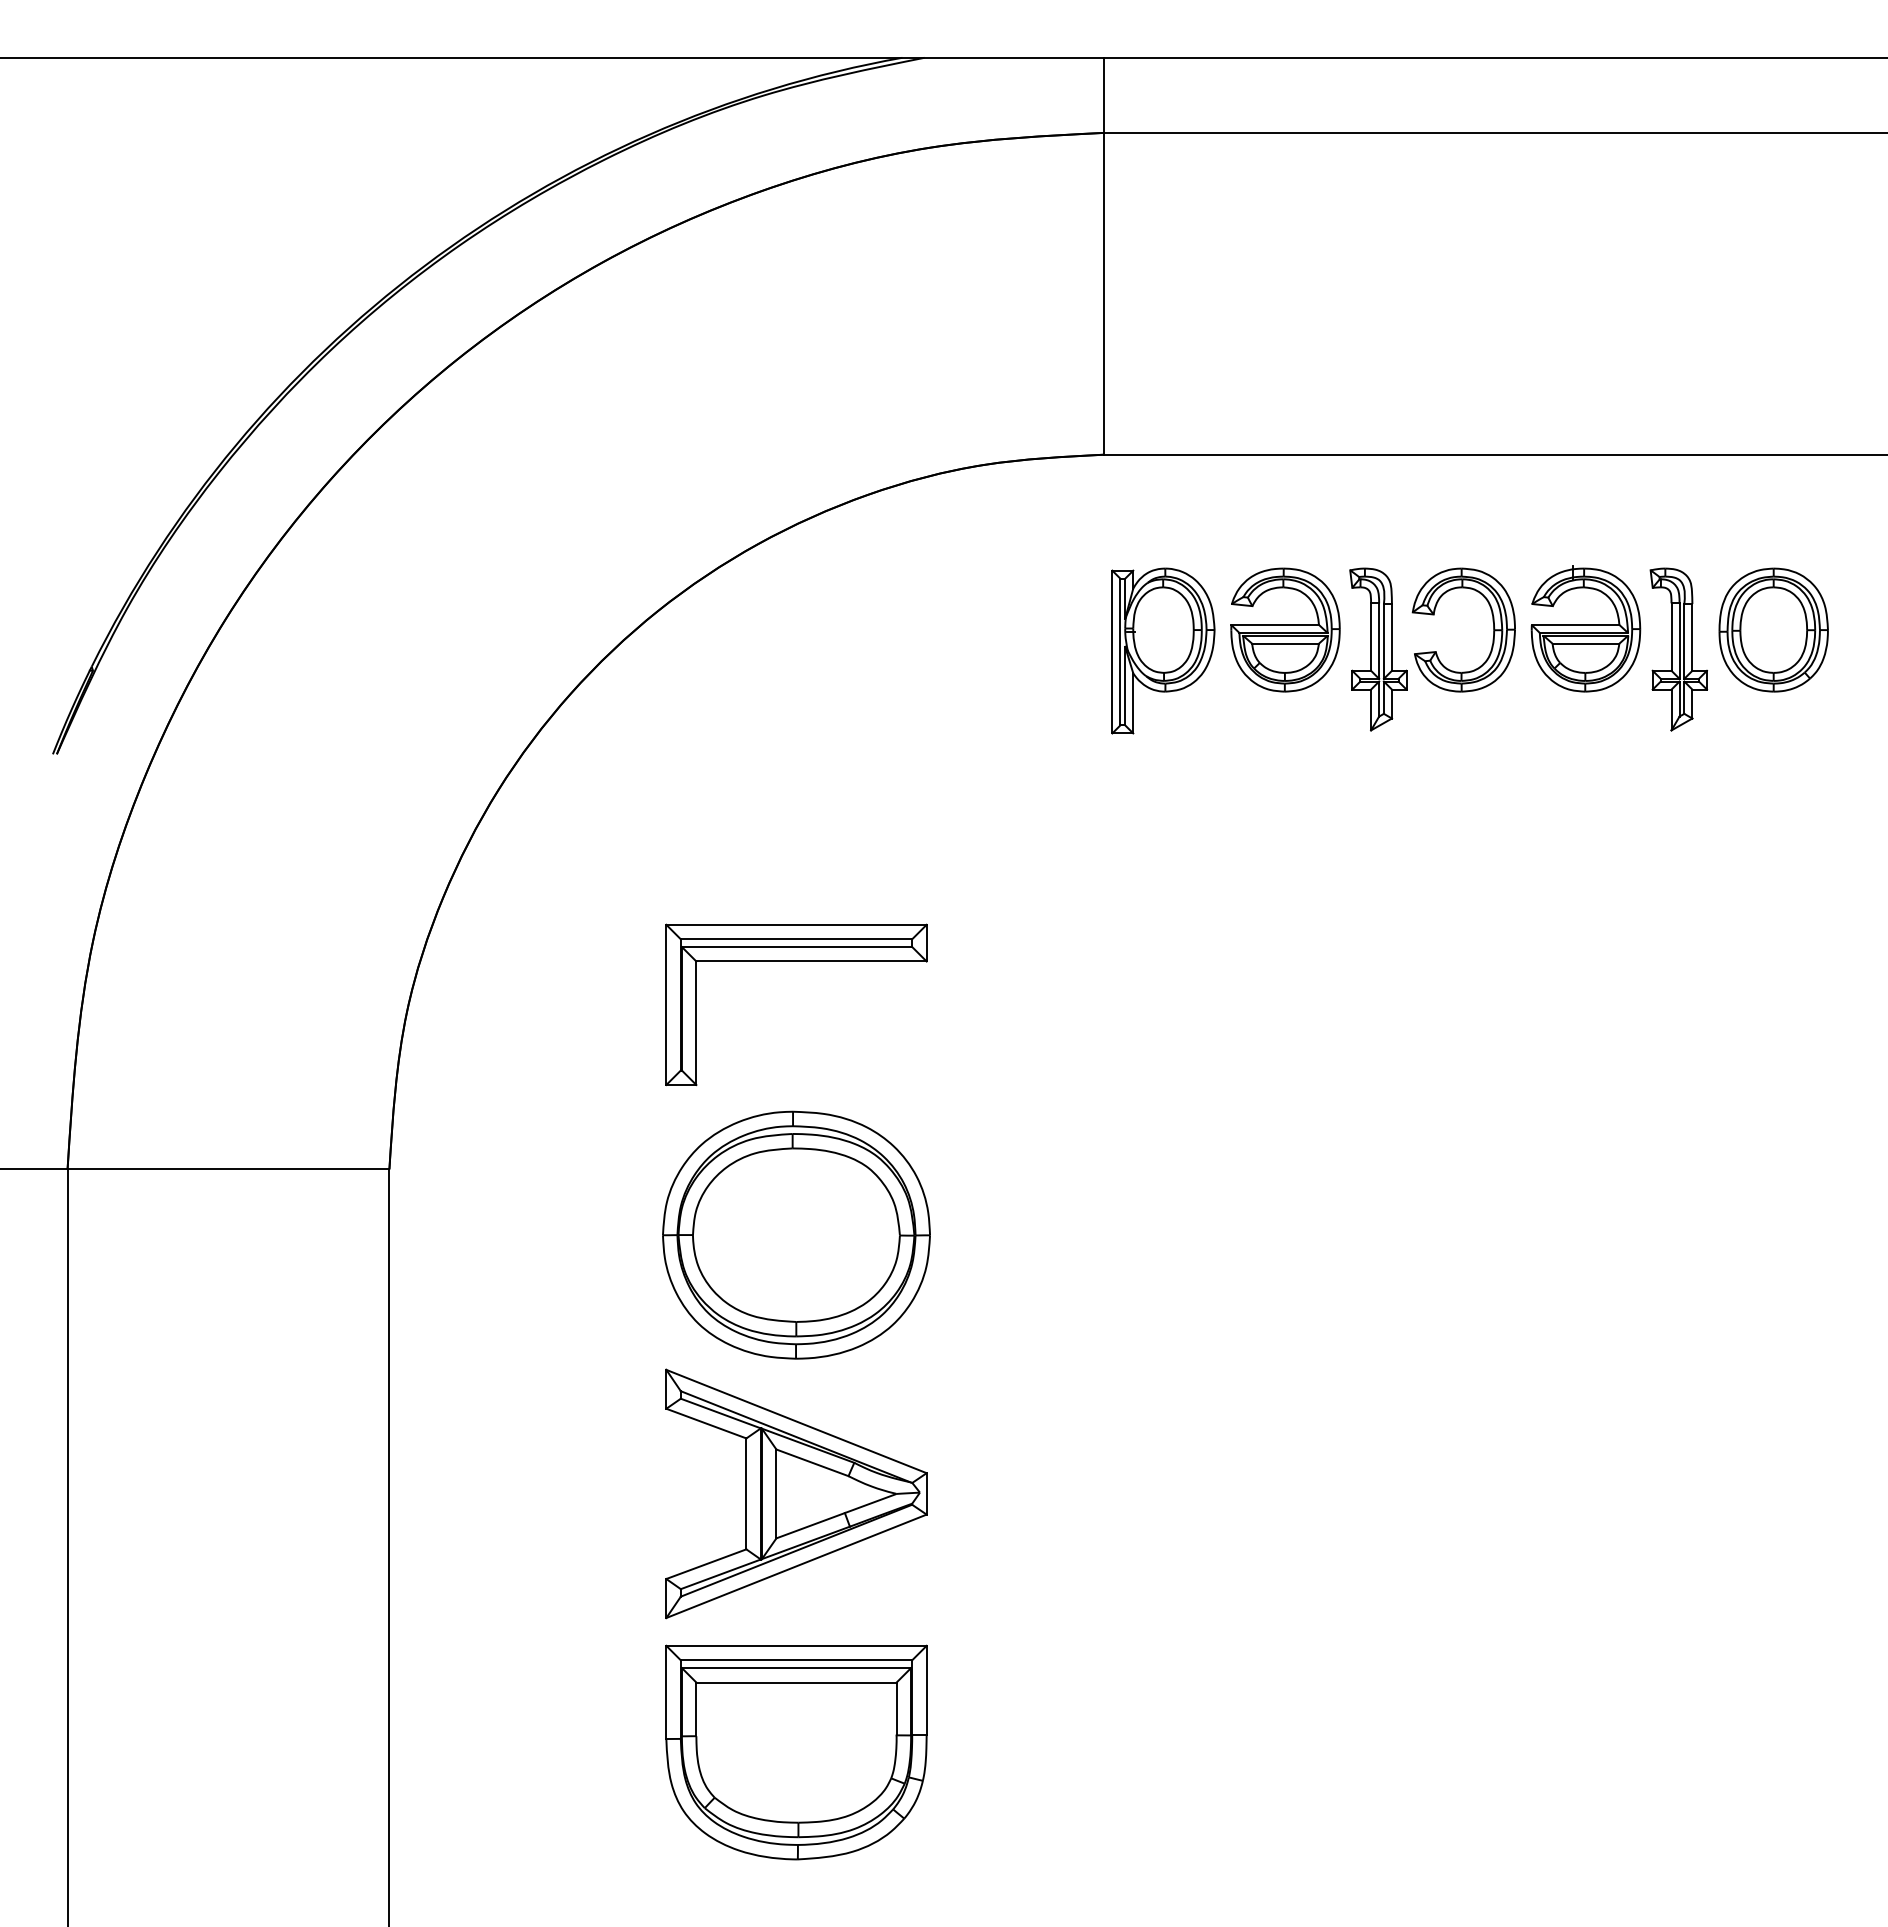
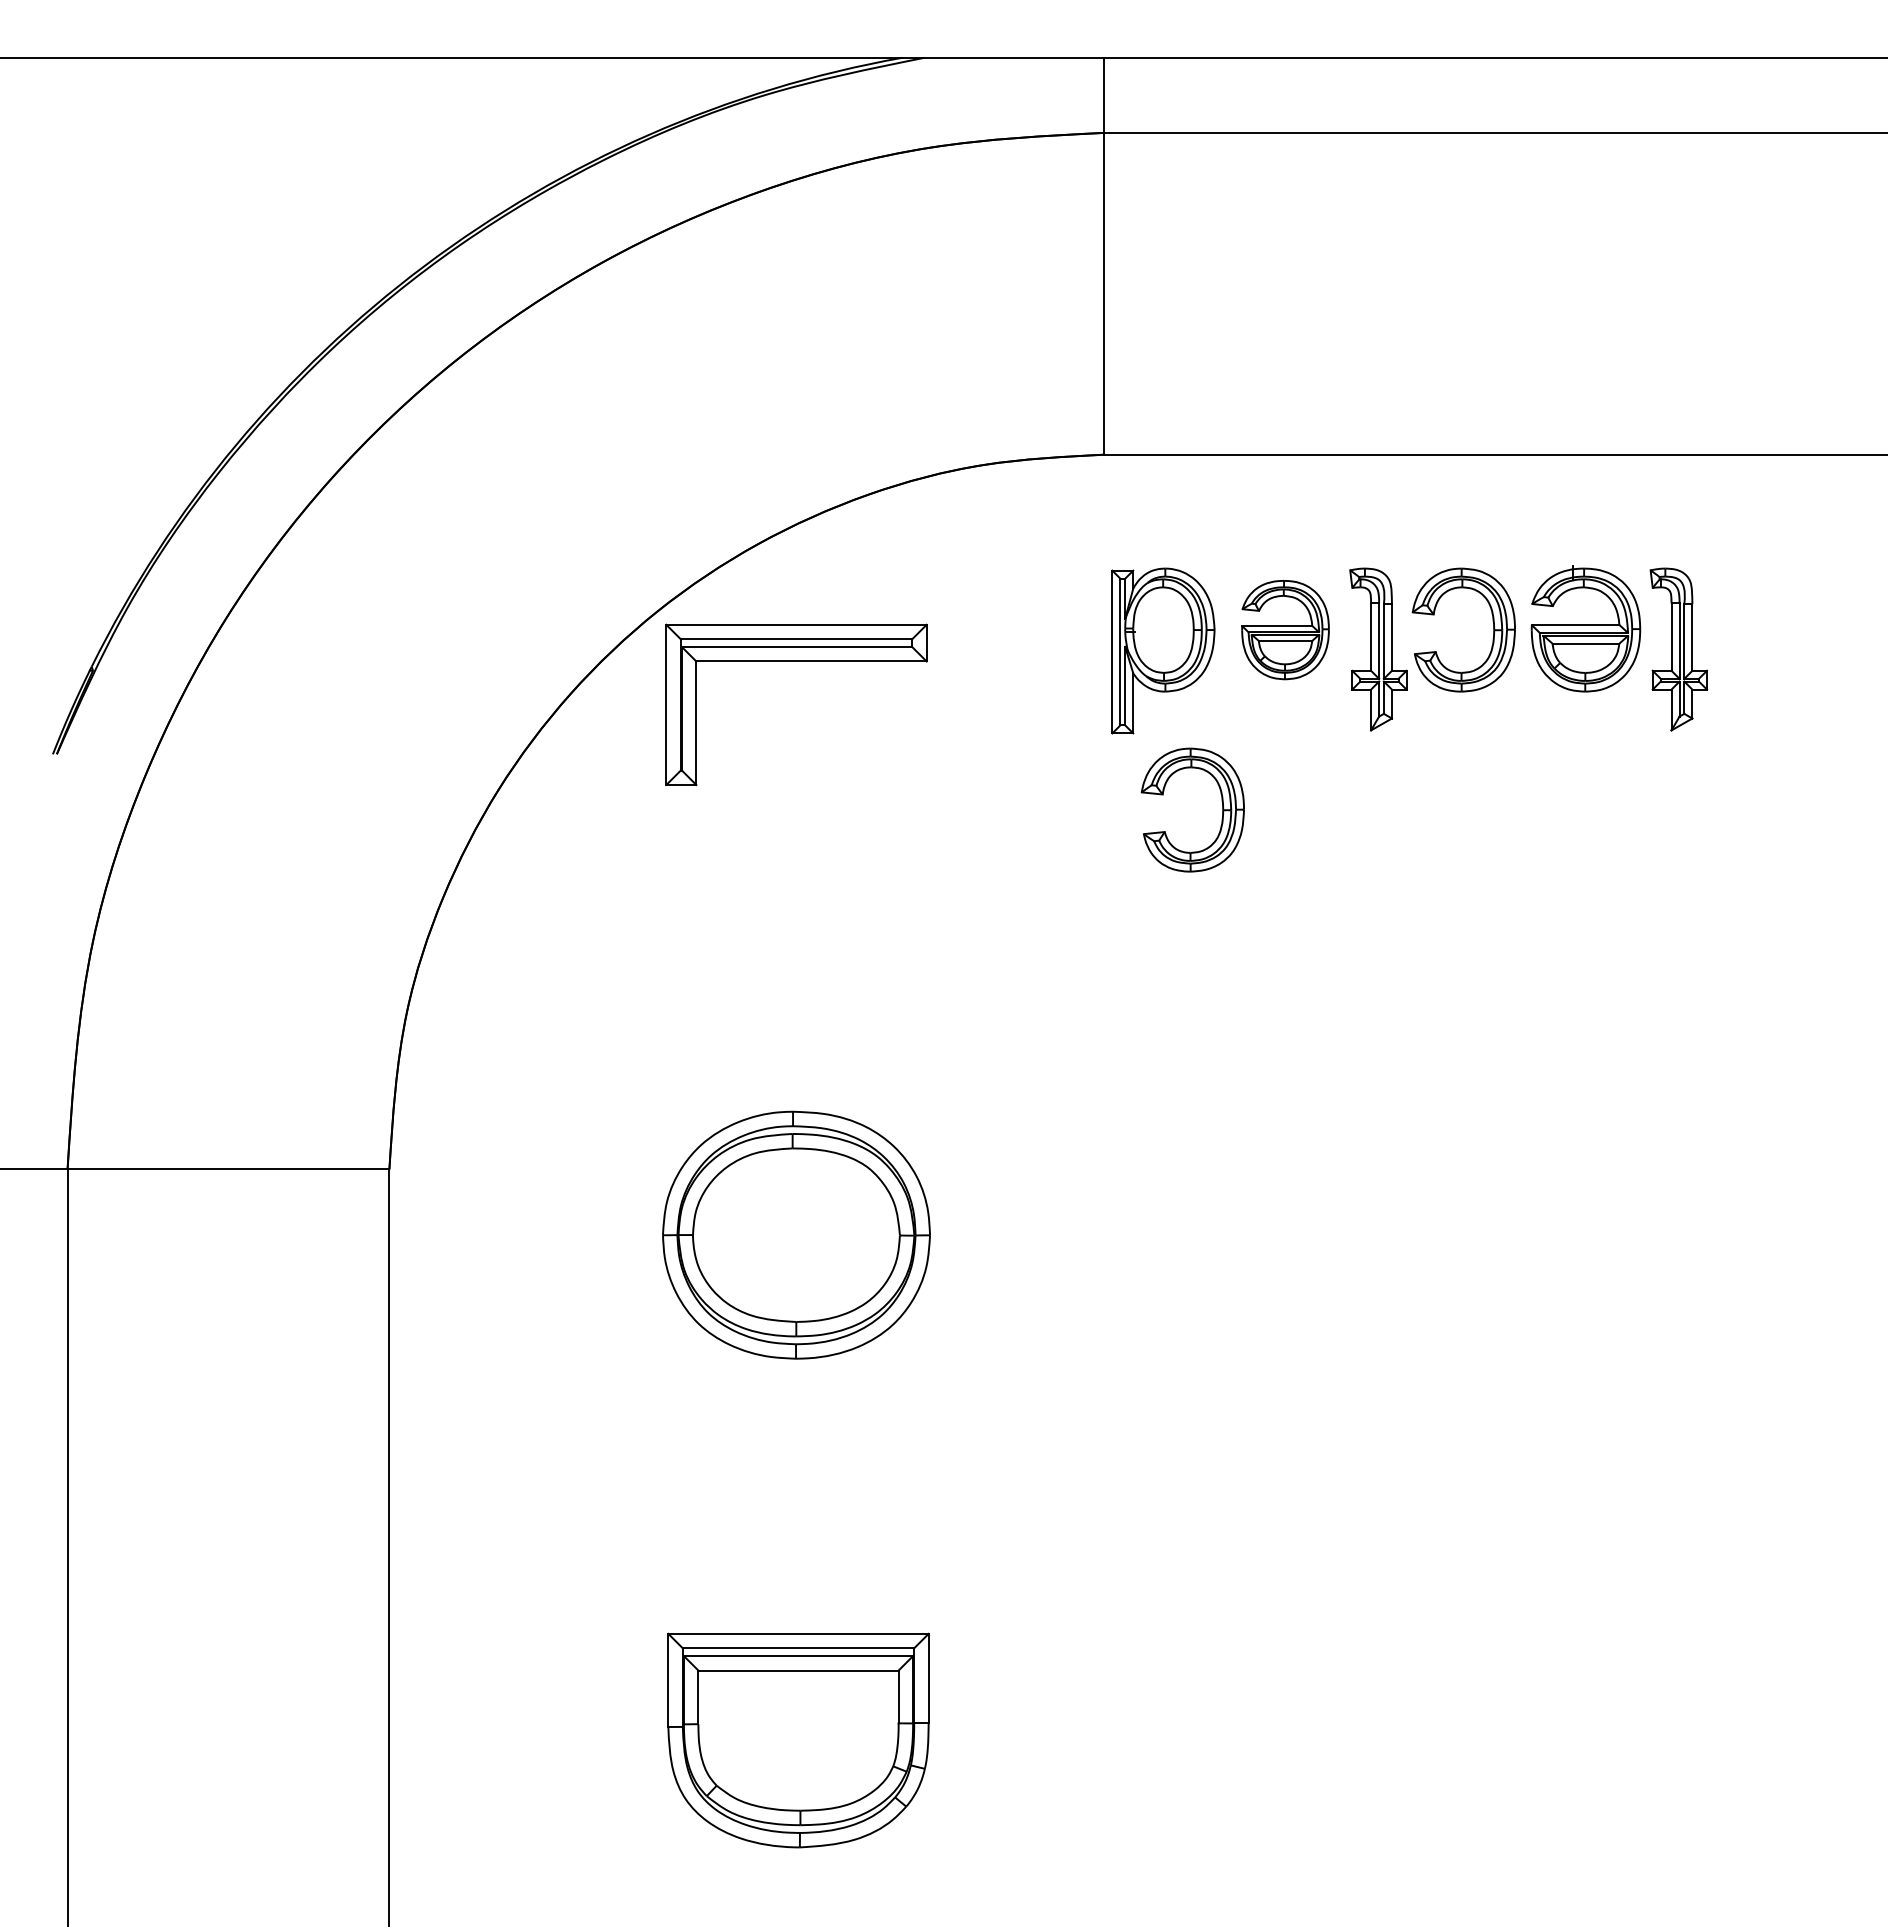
part at (1285, 629) size: 111x126 px -> 89x101 px
part at (1773, 629): present -> none
part at (1222, 809): none -> present
part at (796, 961) position: (796, 961) -> (796, 661)
part at (796, 1493): present -> none
part at (796, 1752) position: (796, 1752) -> (798, 1740)
